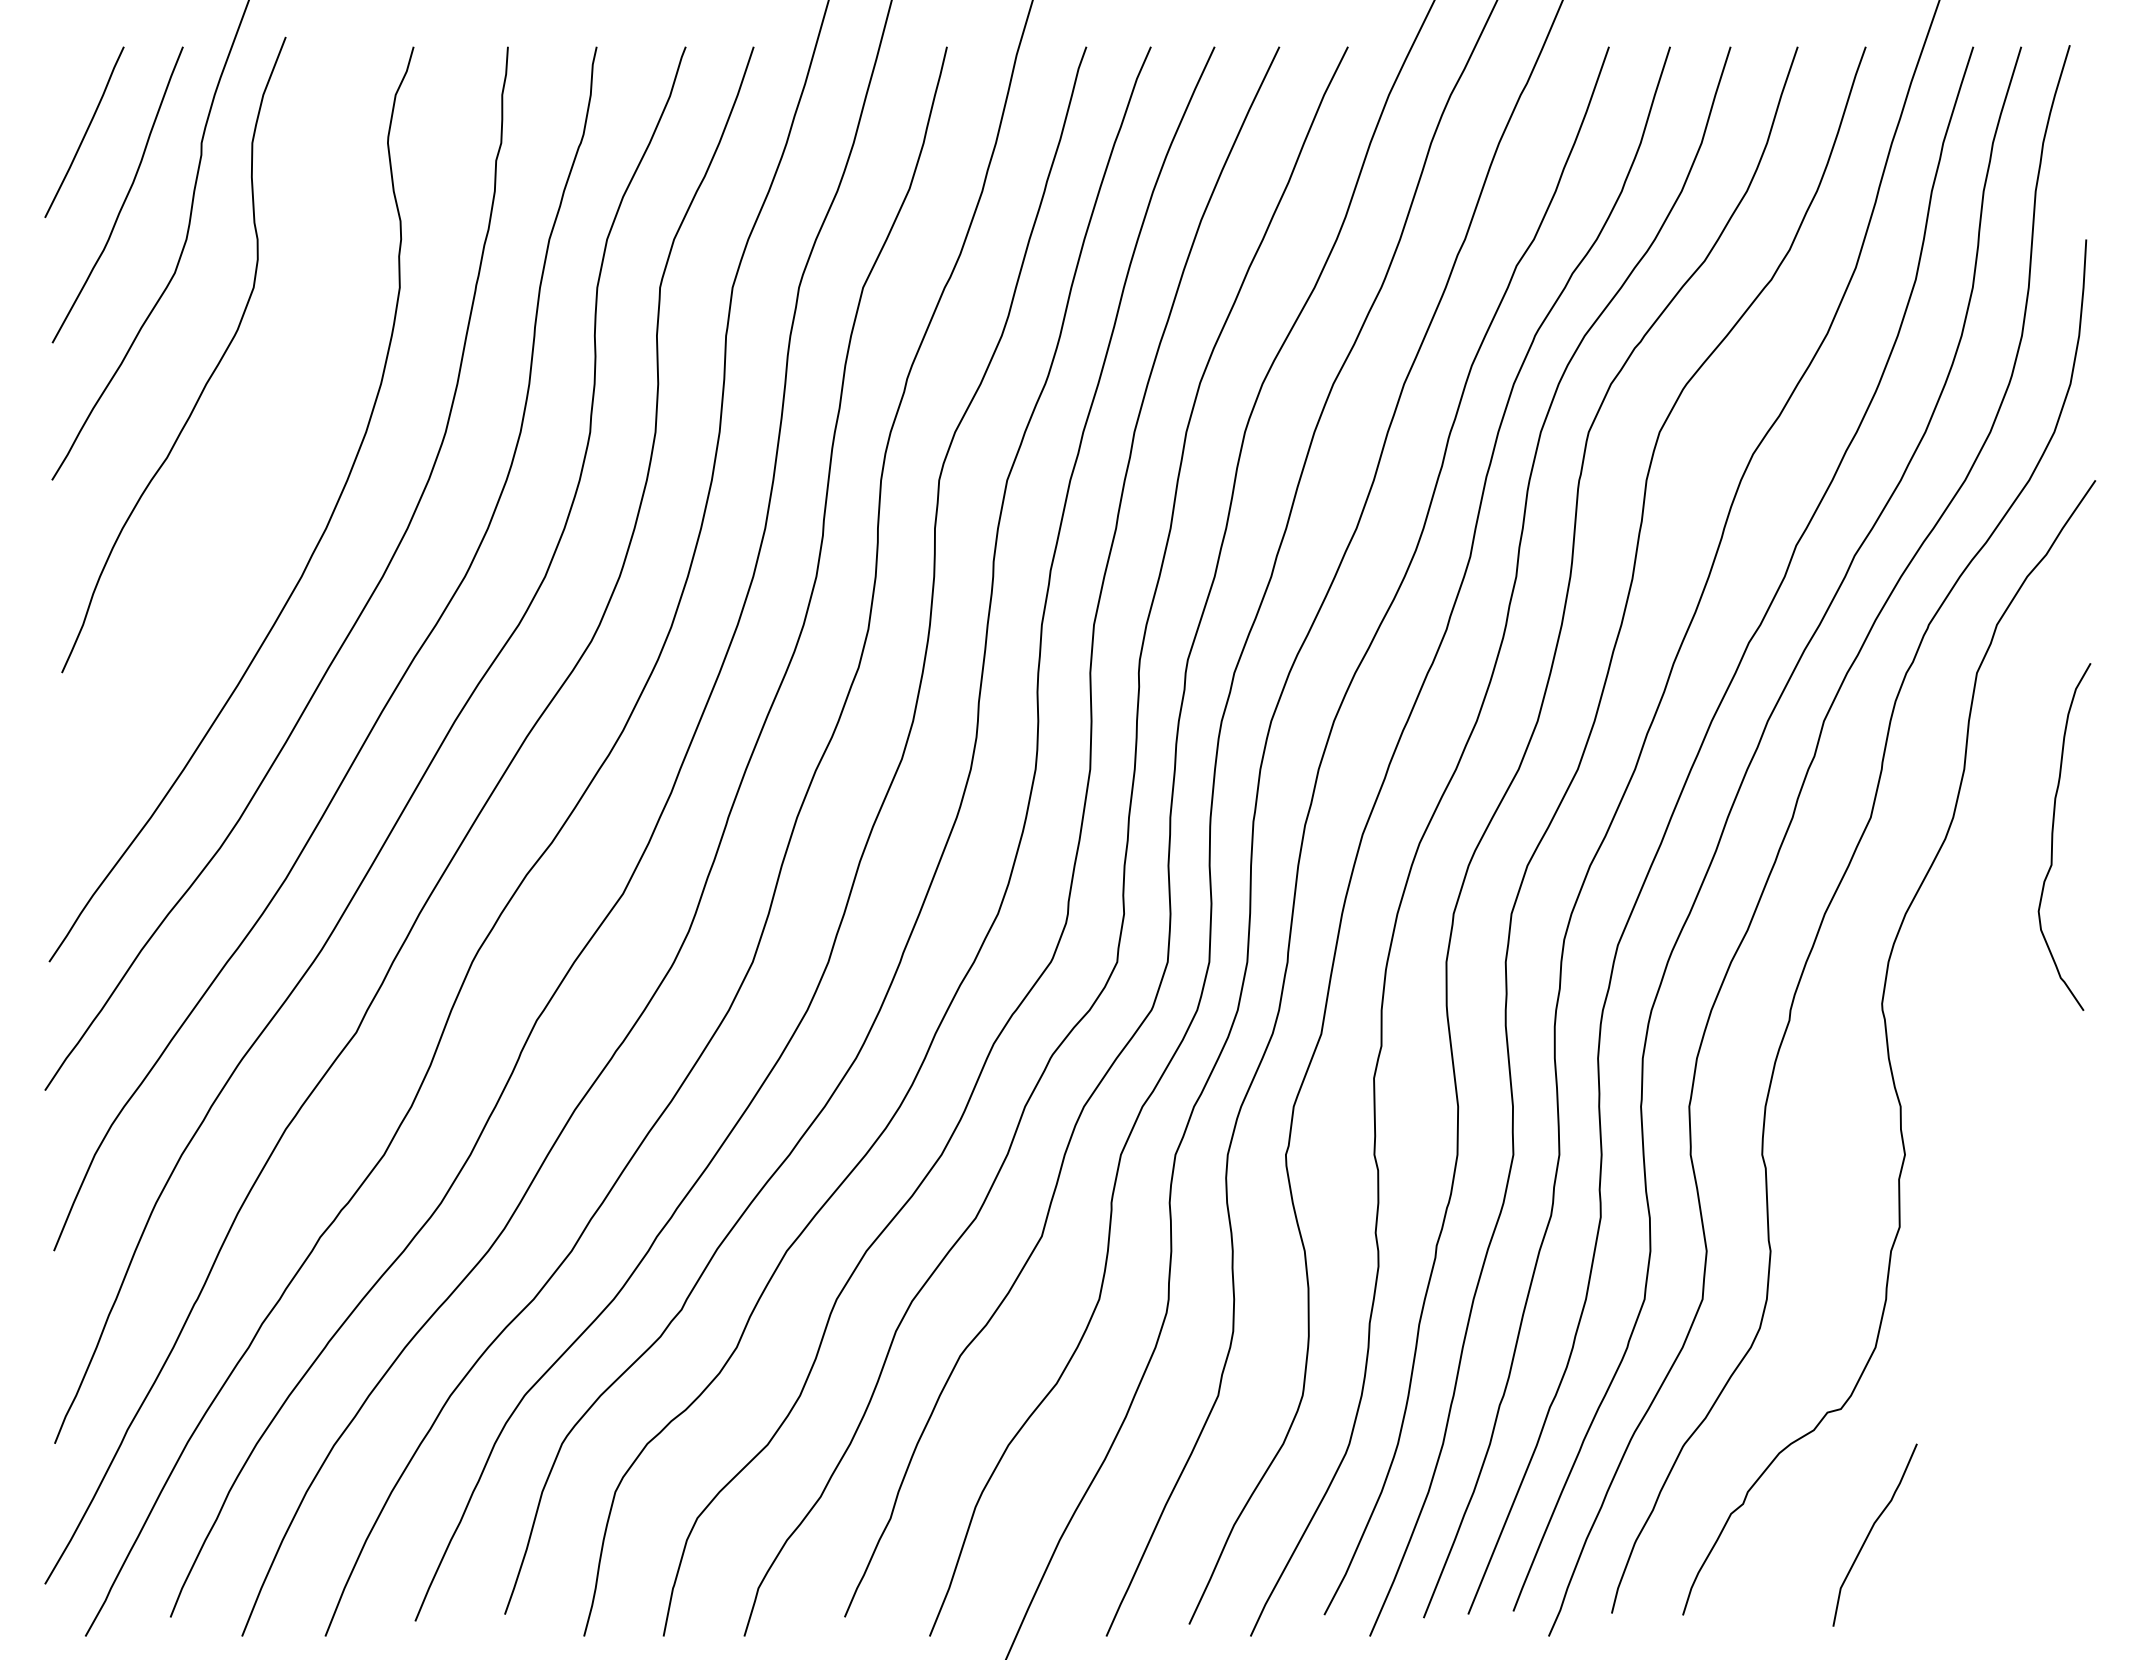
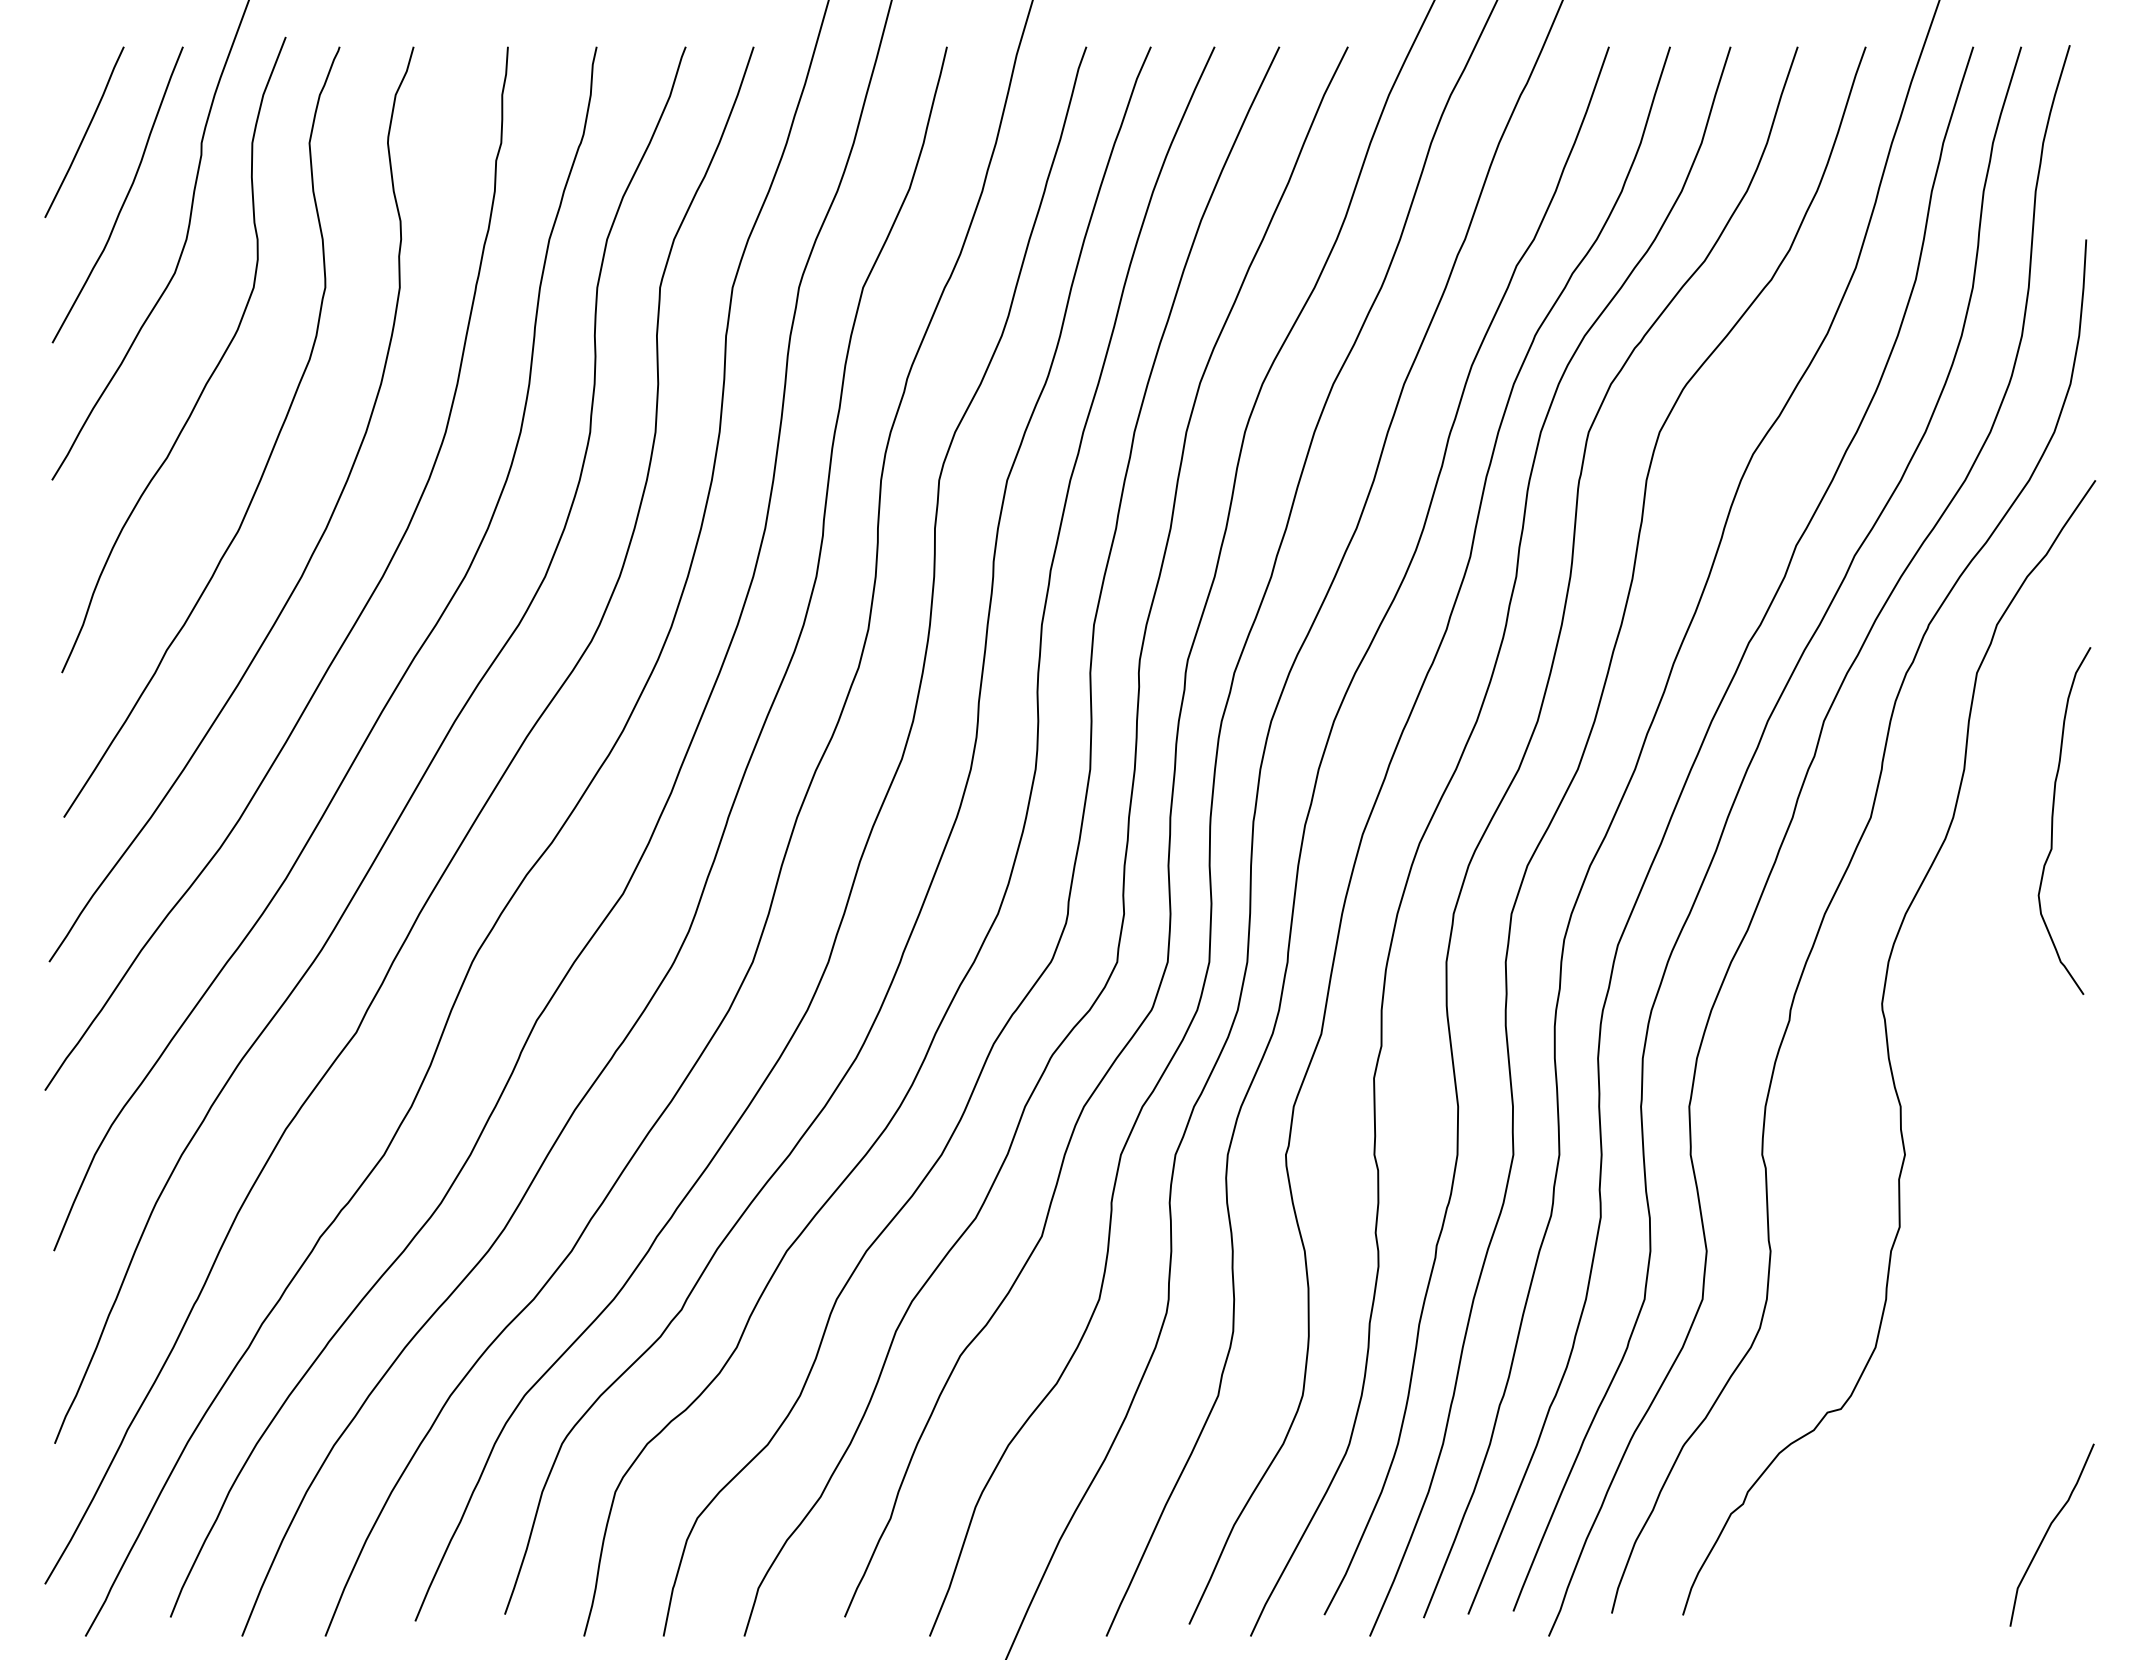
curve at (267, 459): none -> present
curve at (2053, 836) position: (2053, 836) -> (2053, 820)
curve at (1870, 1533) position: (1870, 1533) -> (2047, 1533)
